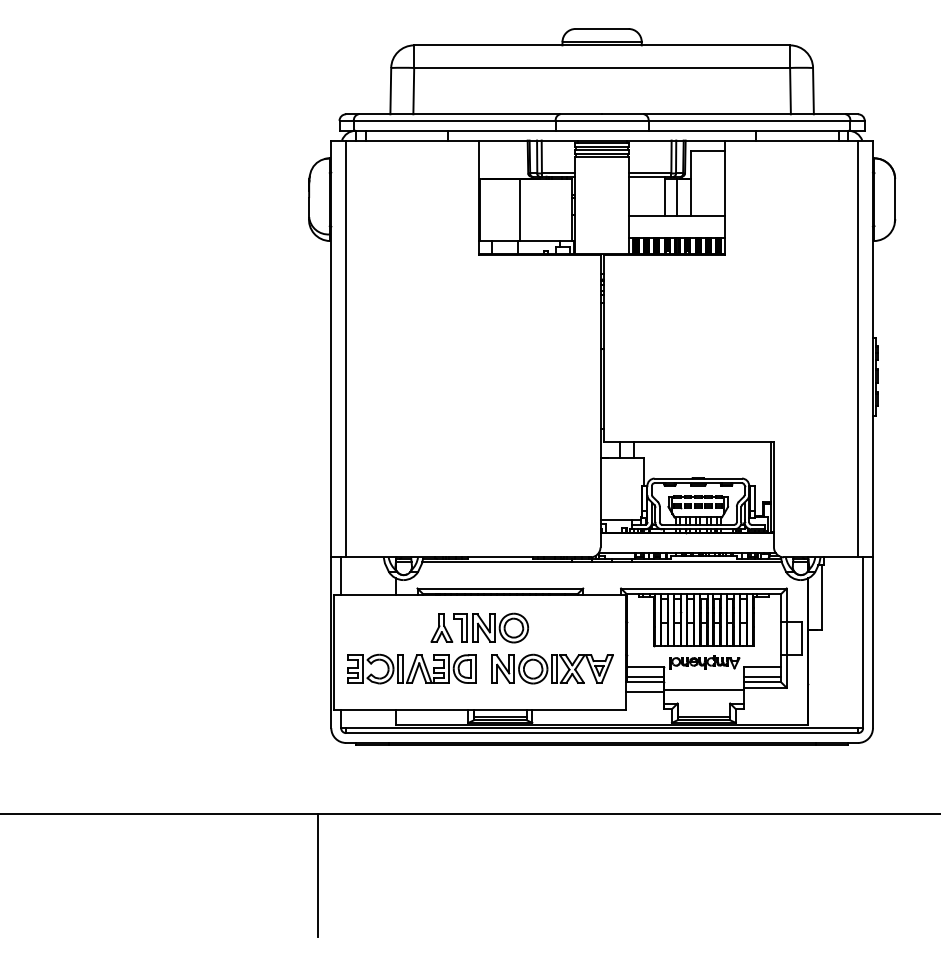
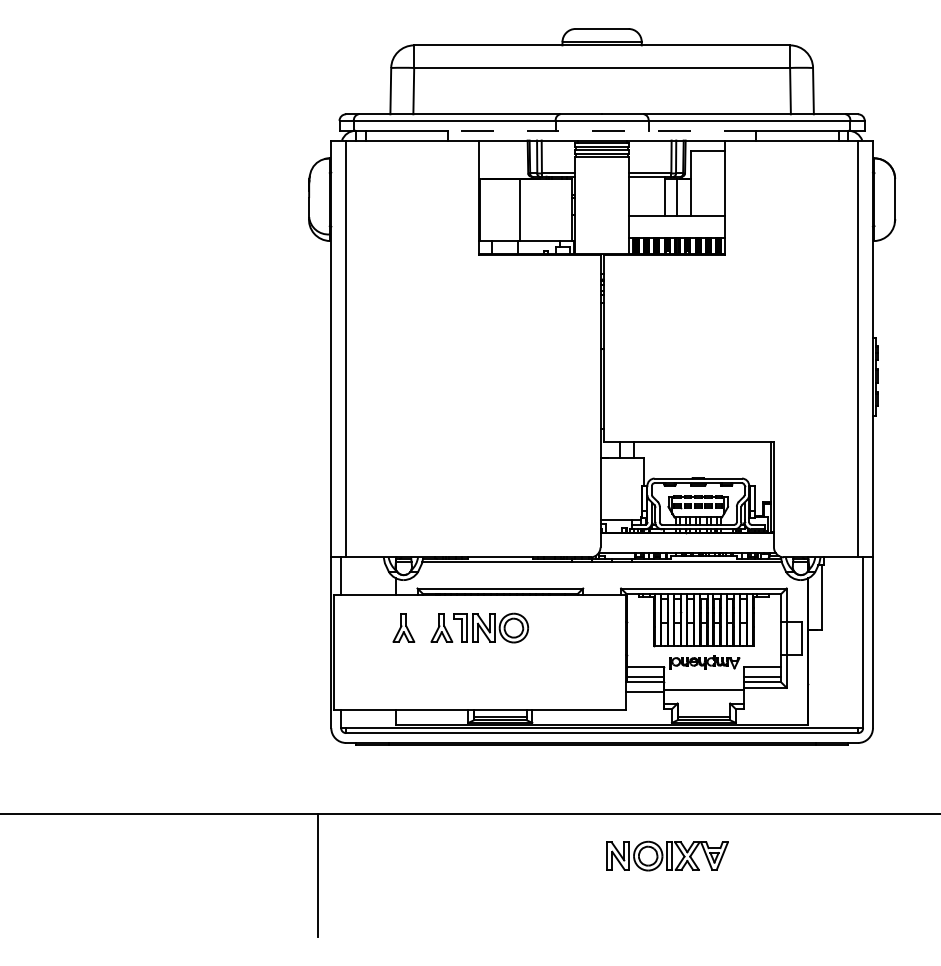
line at (601, 130): solid -> dashed
part at (403, 627): none -> present
part at (411, 668): present -> none
part at (552, 668) position: (552, 668) -> (667, 855)
